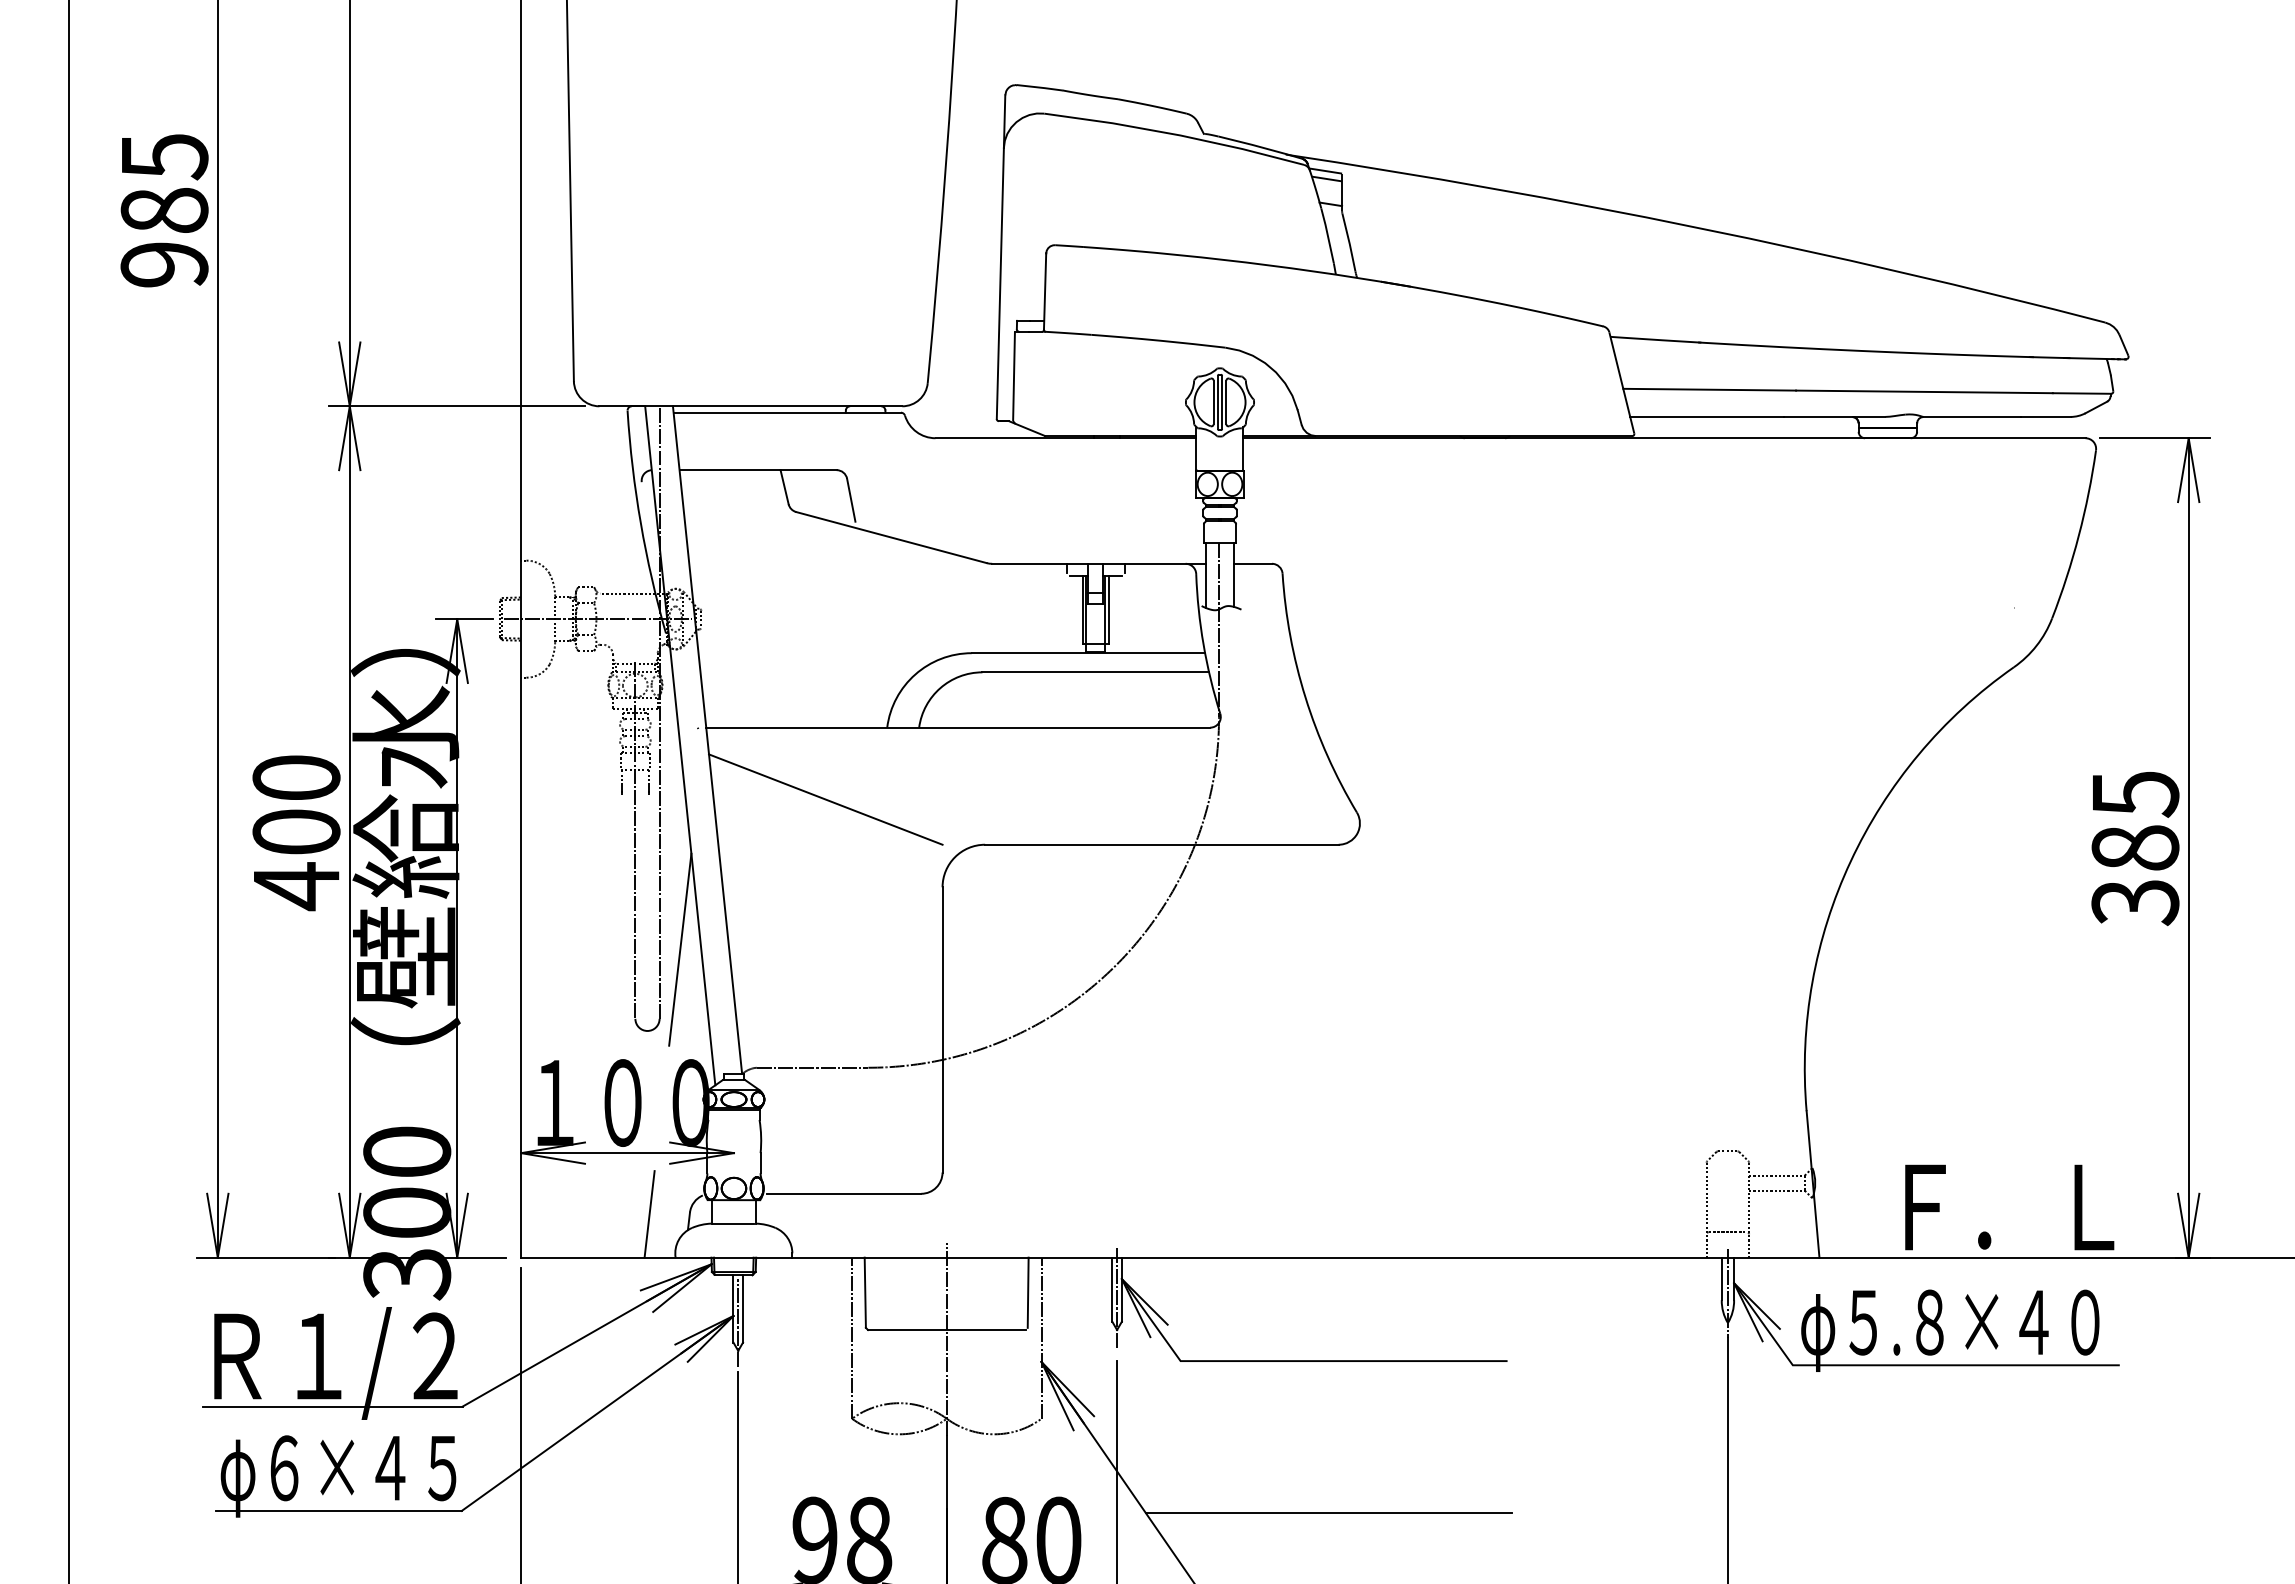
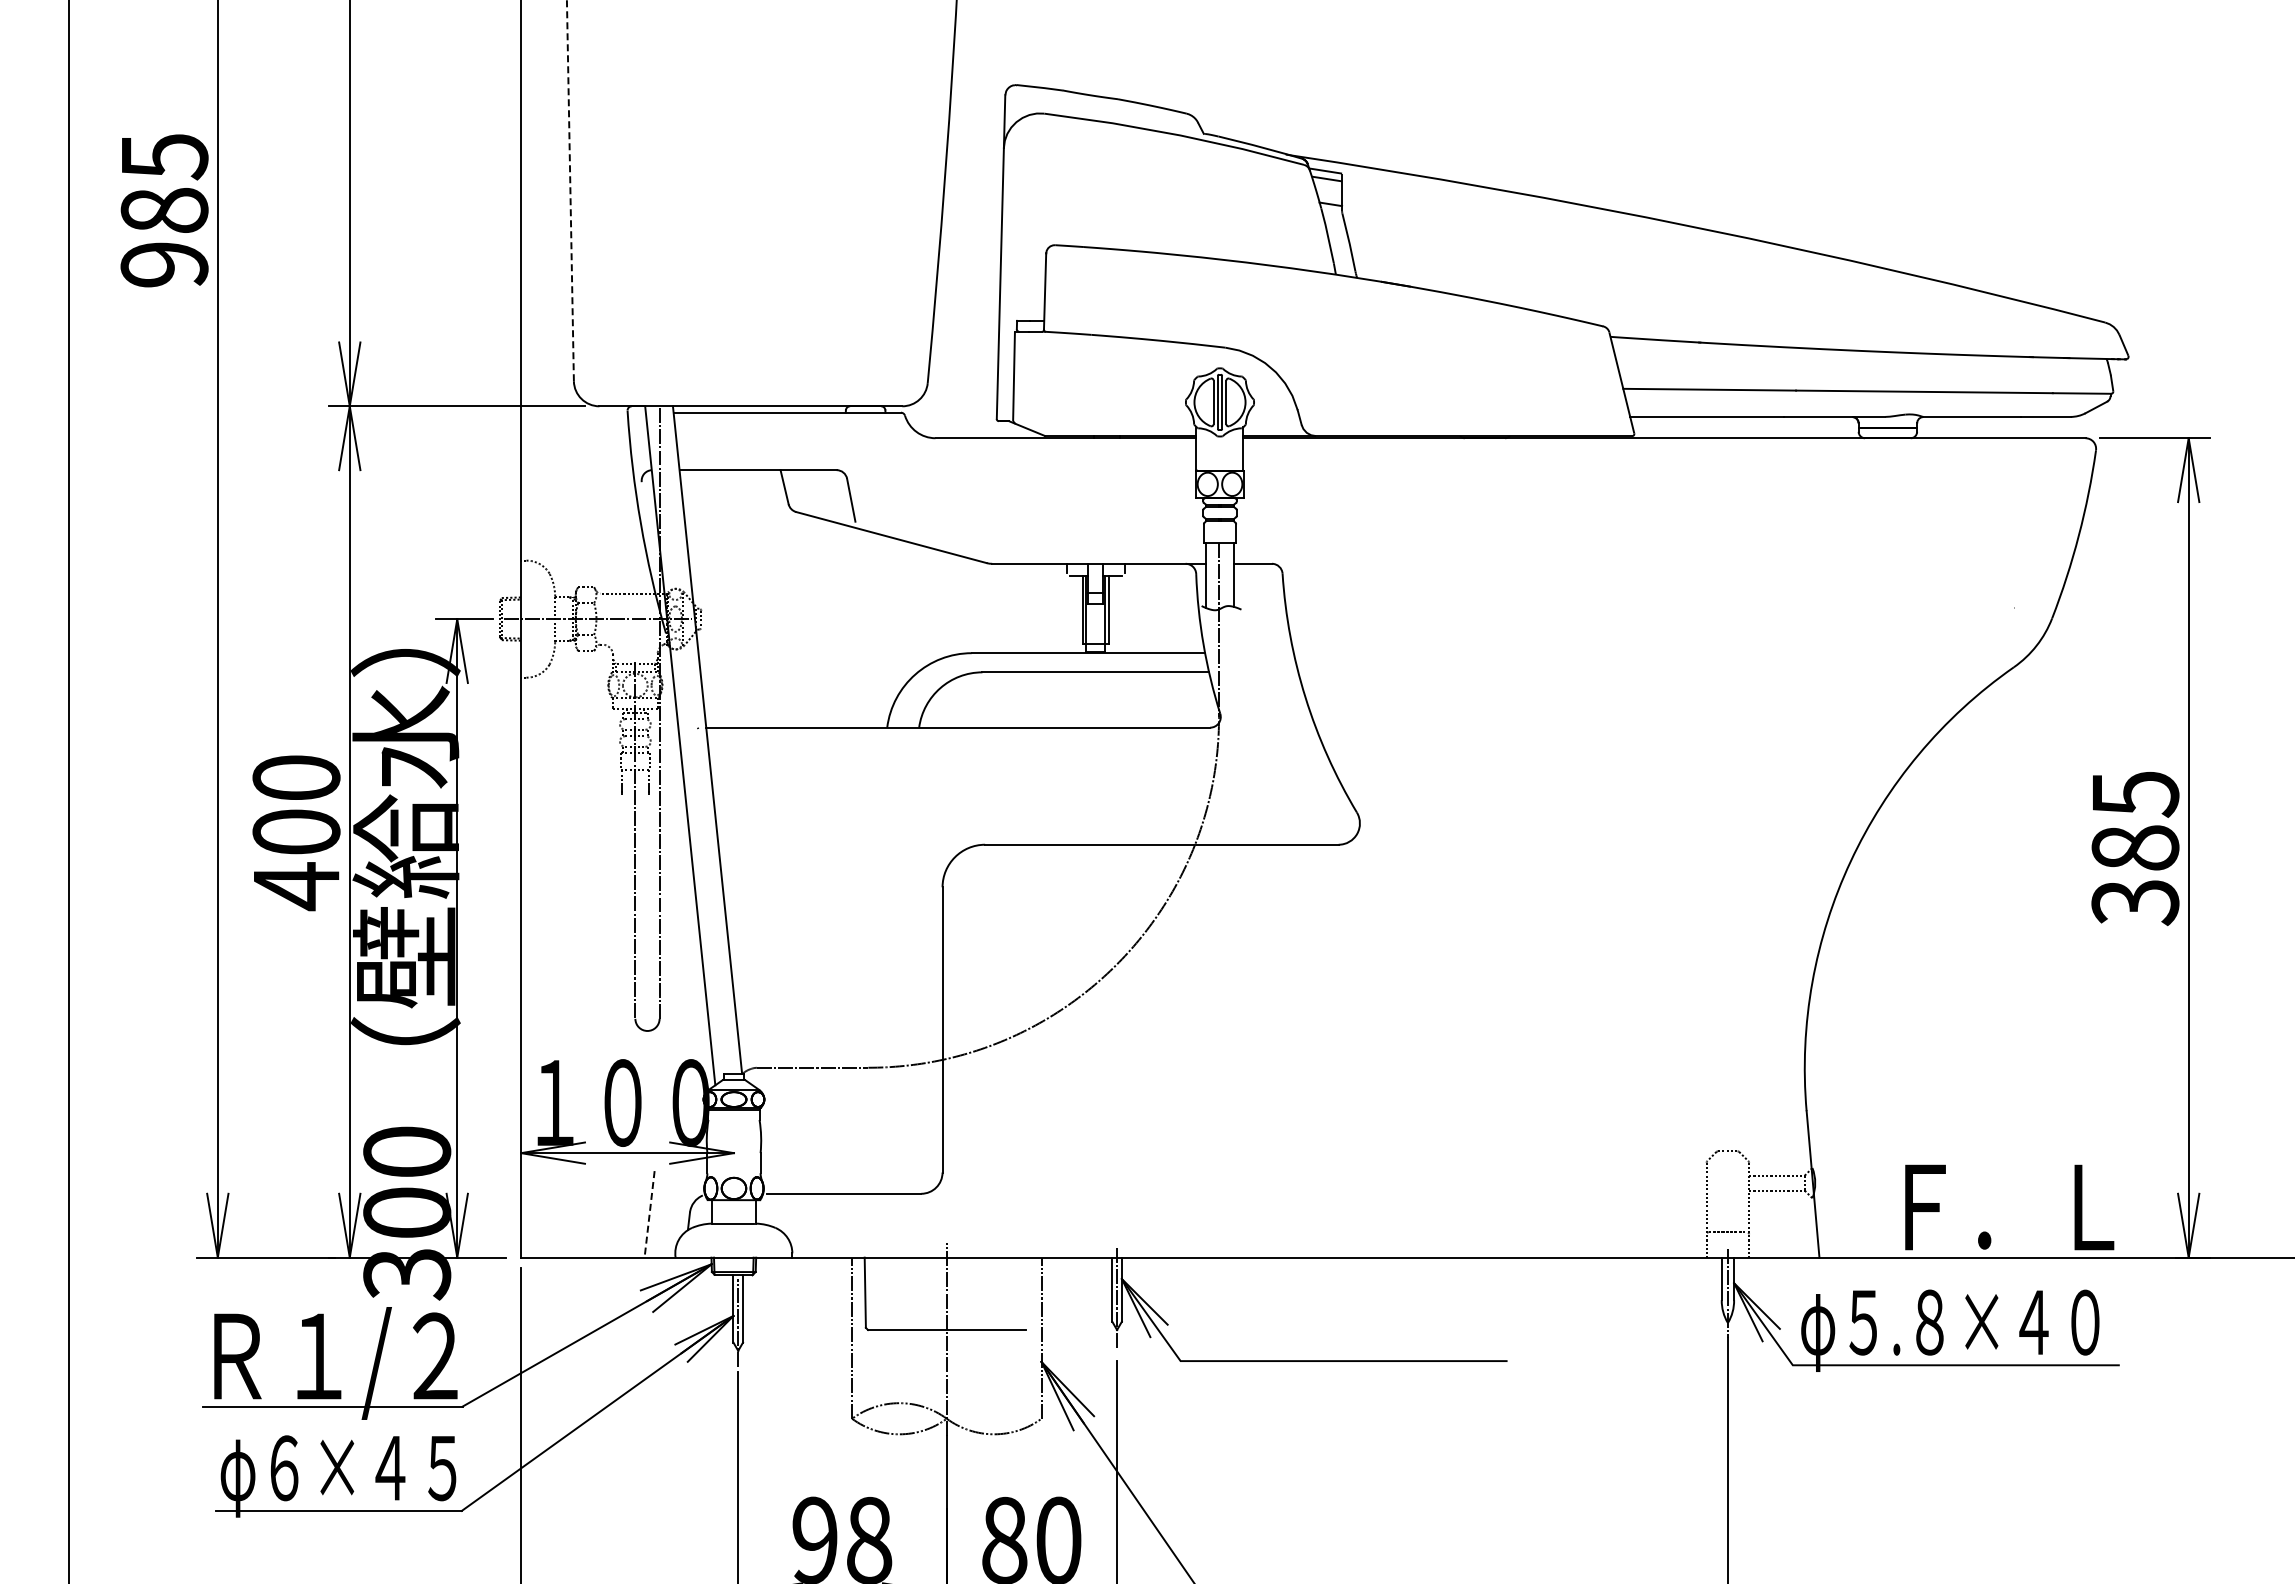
line at (570, 190): solid -> dashed
line at (825, 799): present -> none
line at (680, 949): present -> none
line at (649, 1214): solid -> dashed
line at (1027, 1292): present -> none
line at (1328, 1512): present -> none
